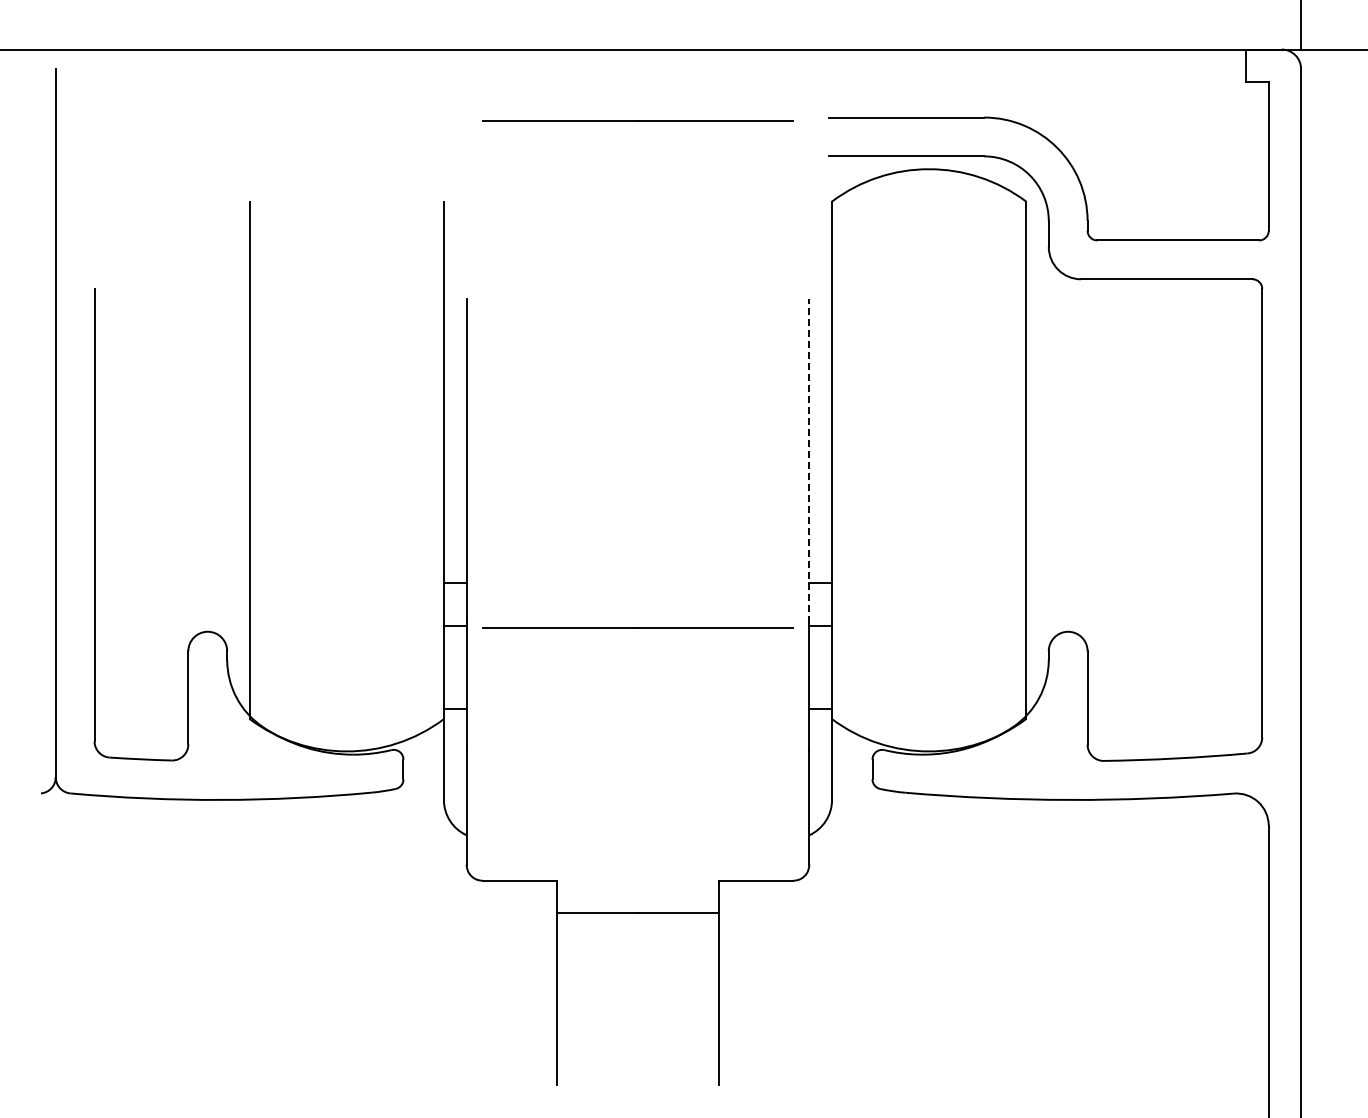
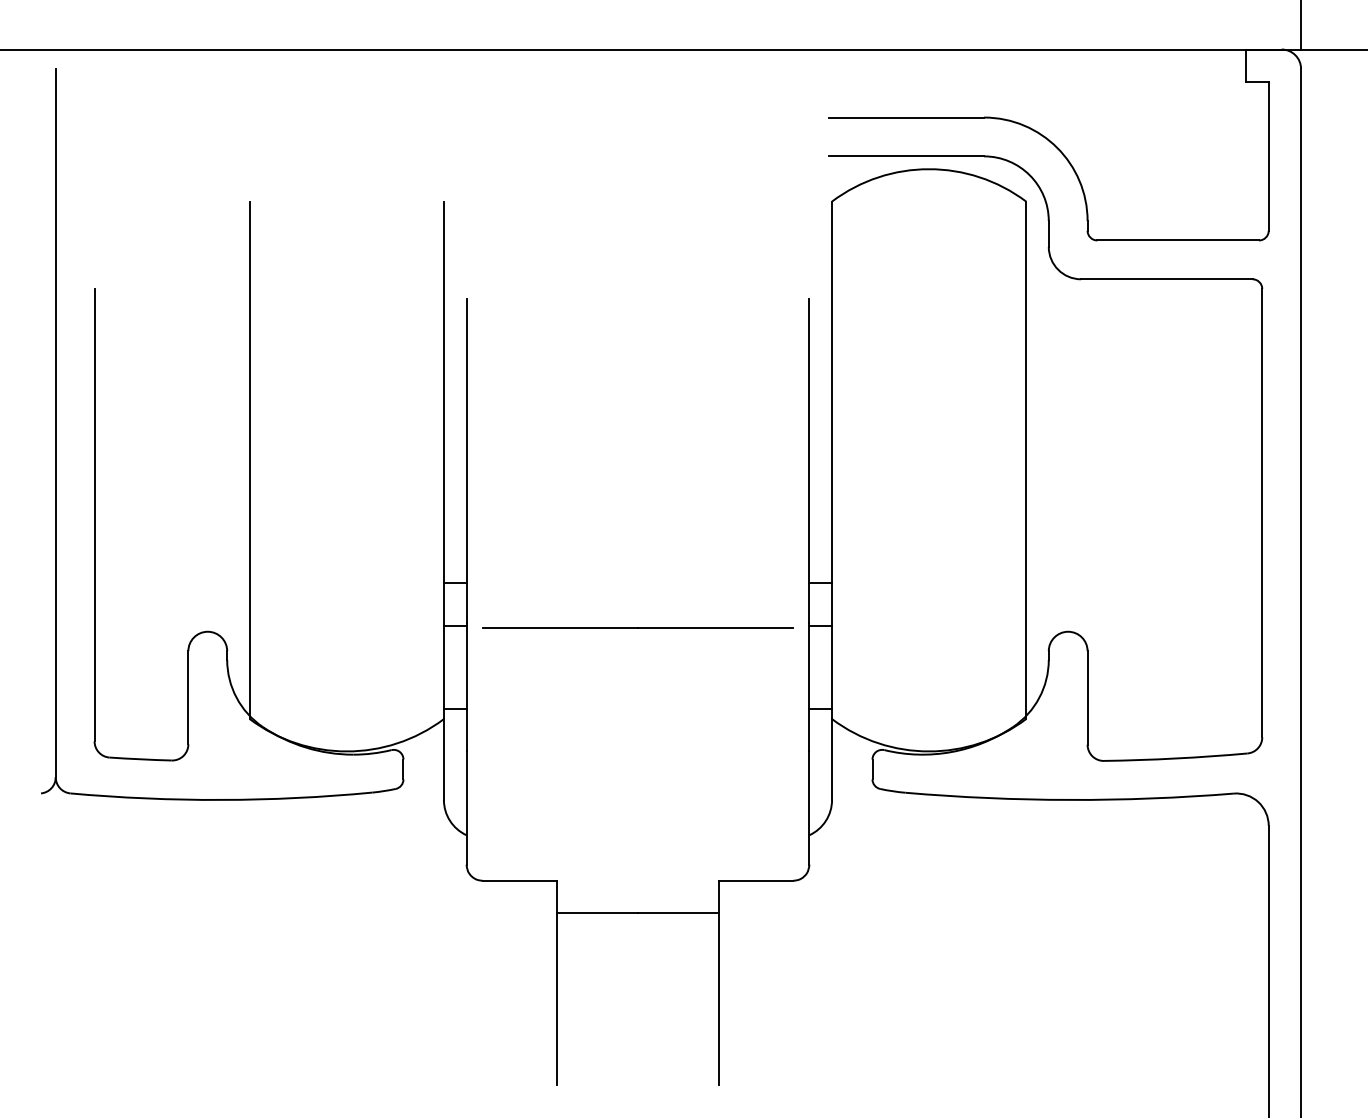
line at (637, 120): present -> none
line at (809, 460): dashed -> solid
